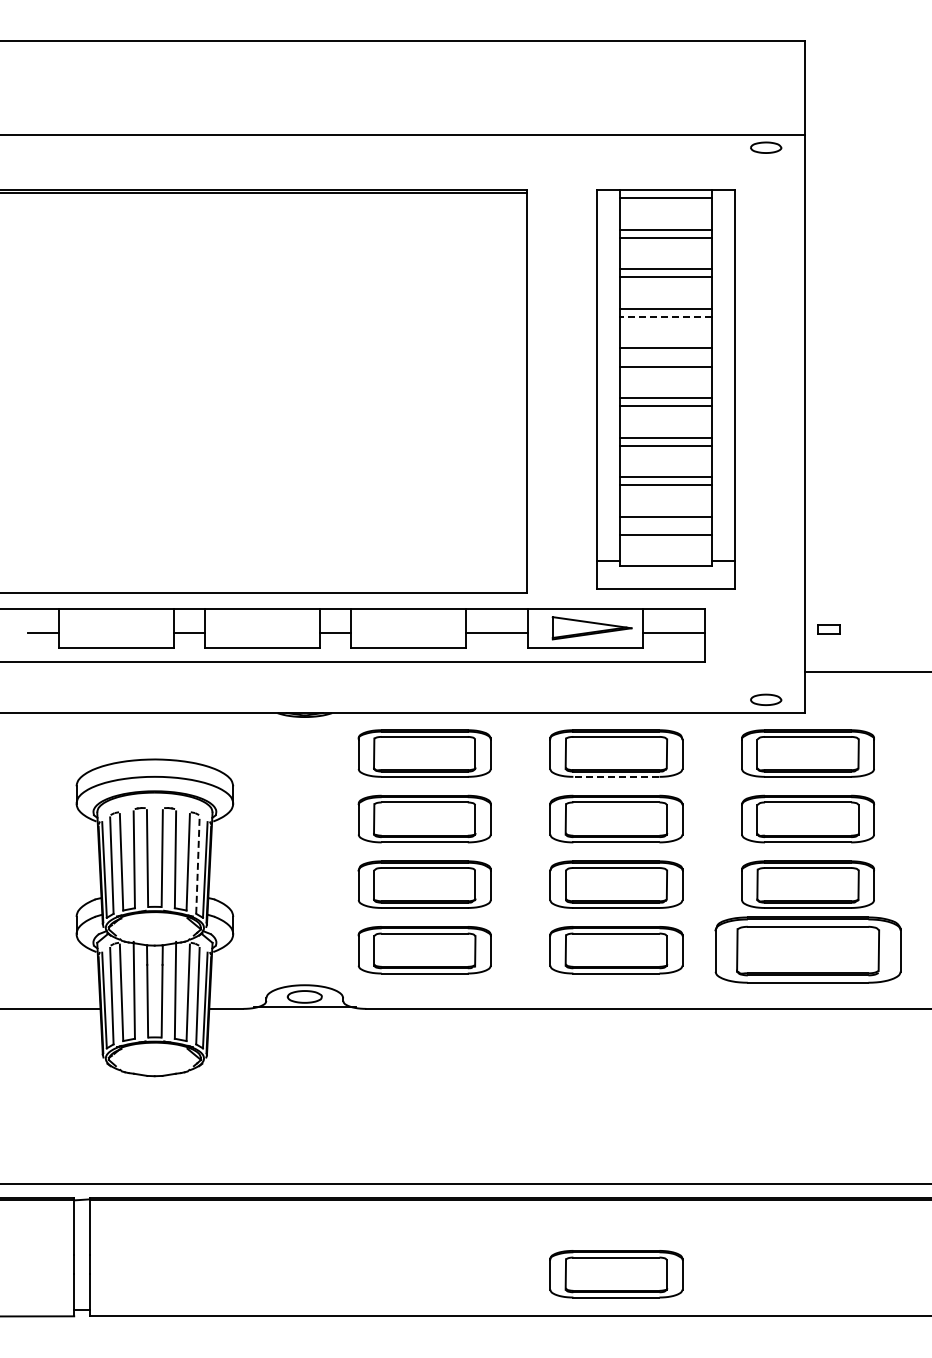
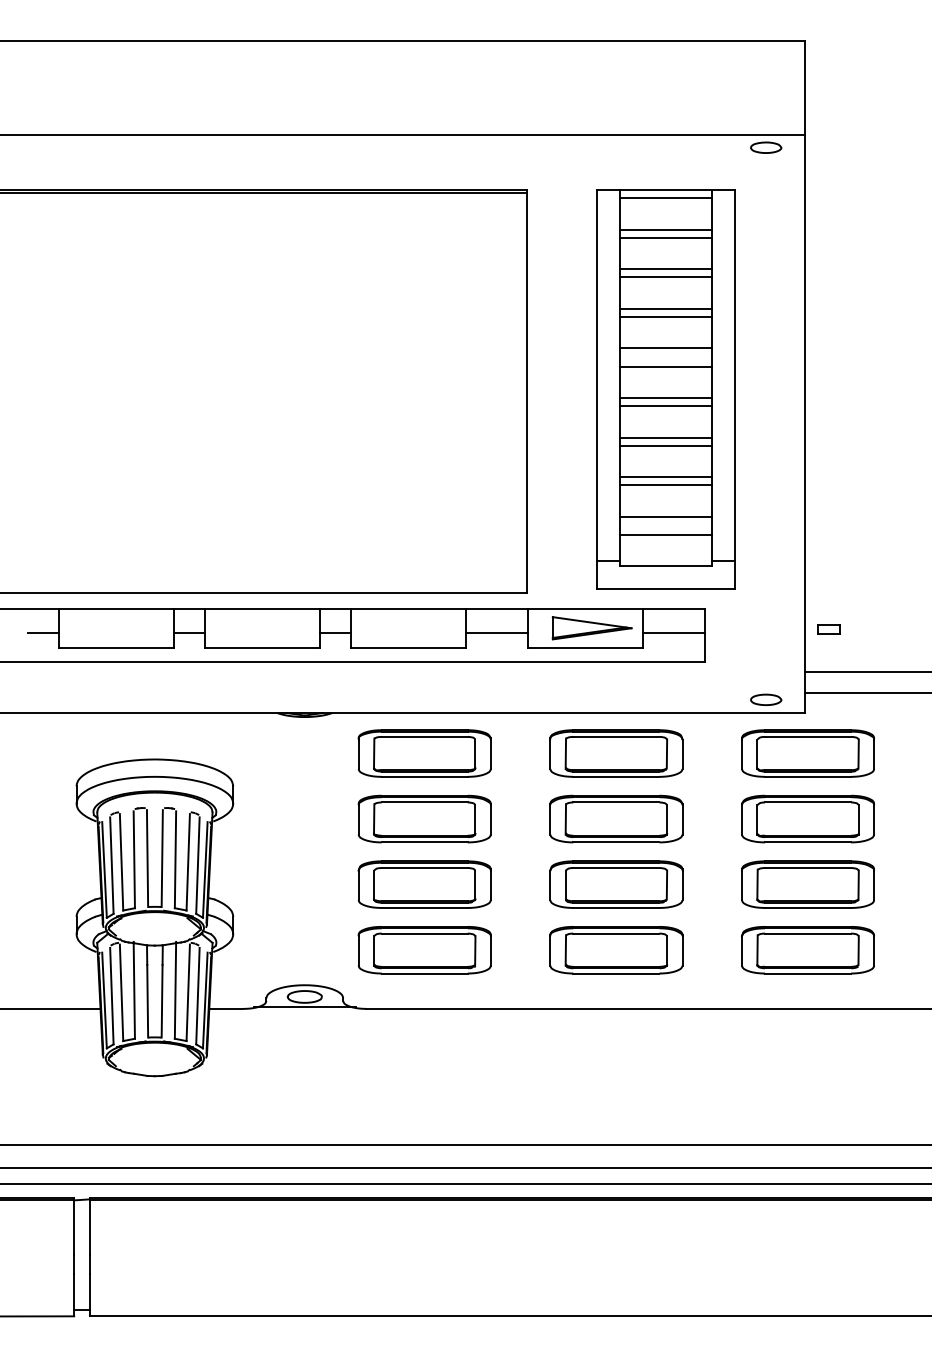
line at (665, 316): dashed -> solid
line at (866, 693): none -> present
line at (615, 776): dashed -> solid
line at (197, 865): dashed -> solid
part at (807, 949) size: 188x68 px -> 134x49 px
line at (465, 1145): none -> present
line at (465, 1168): none -> present
part at (616, 1274): present -> none
